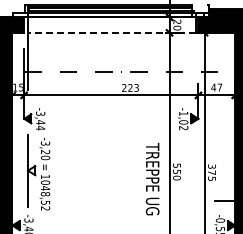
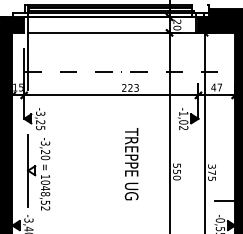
line at (111, 32): dashed -> solid
text at (40, 125): -3,44 -> -3,25
text at (152, 179) position: (152, 179) -> (131, 164)
